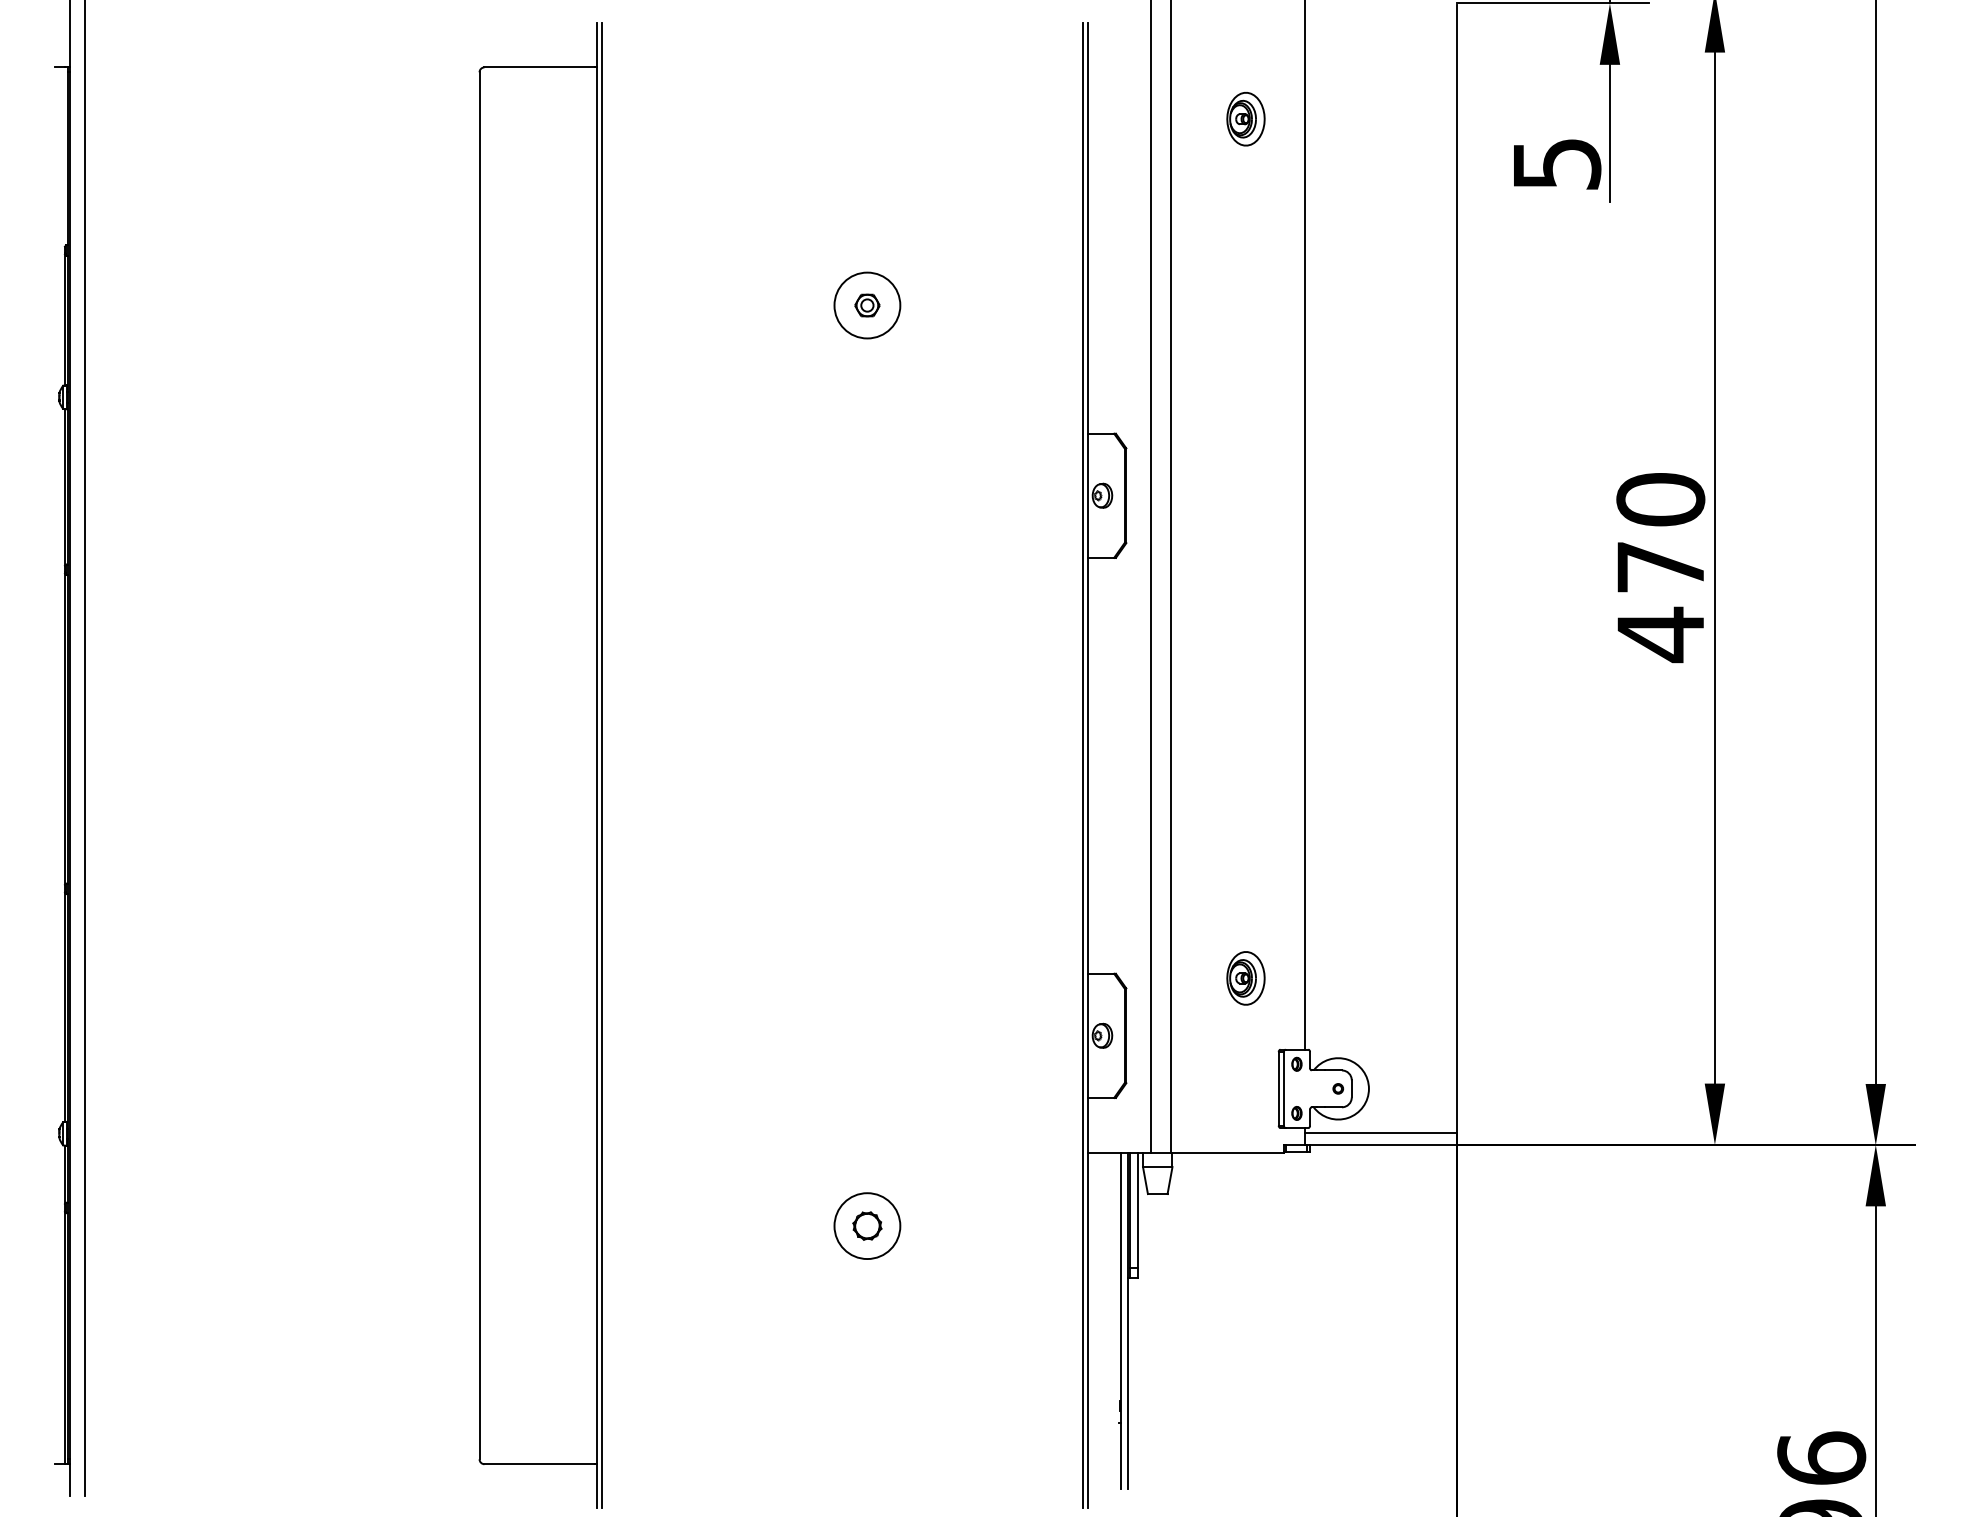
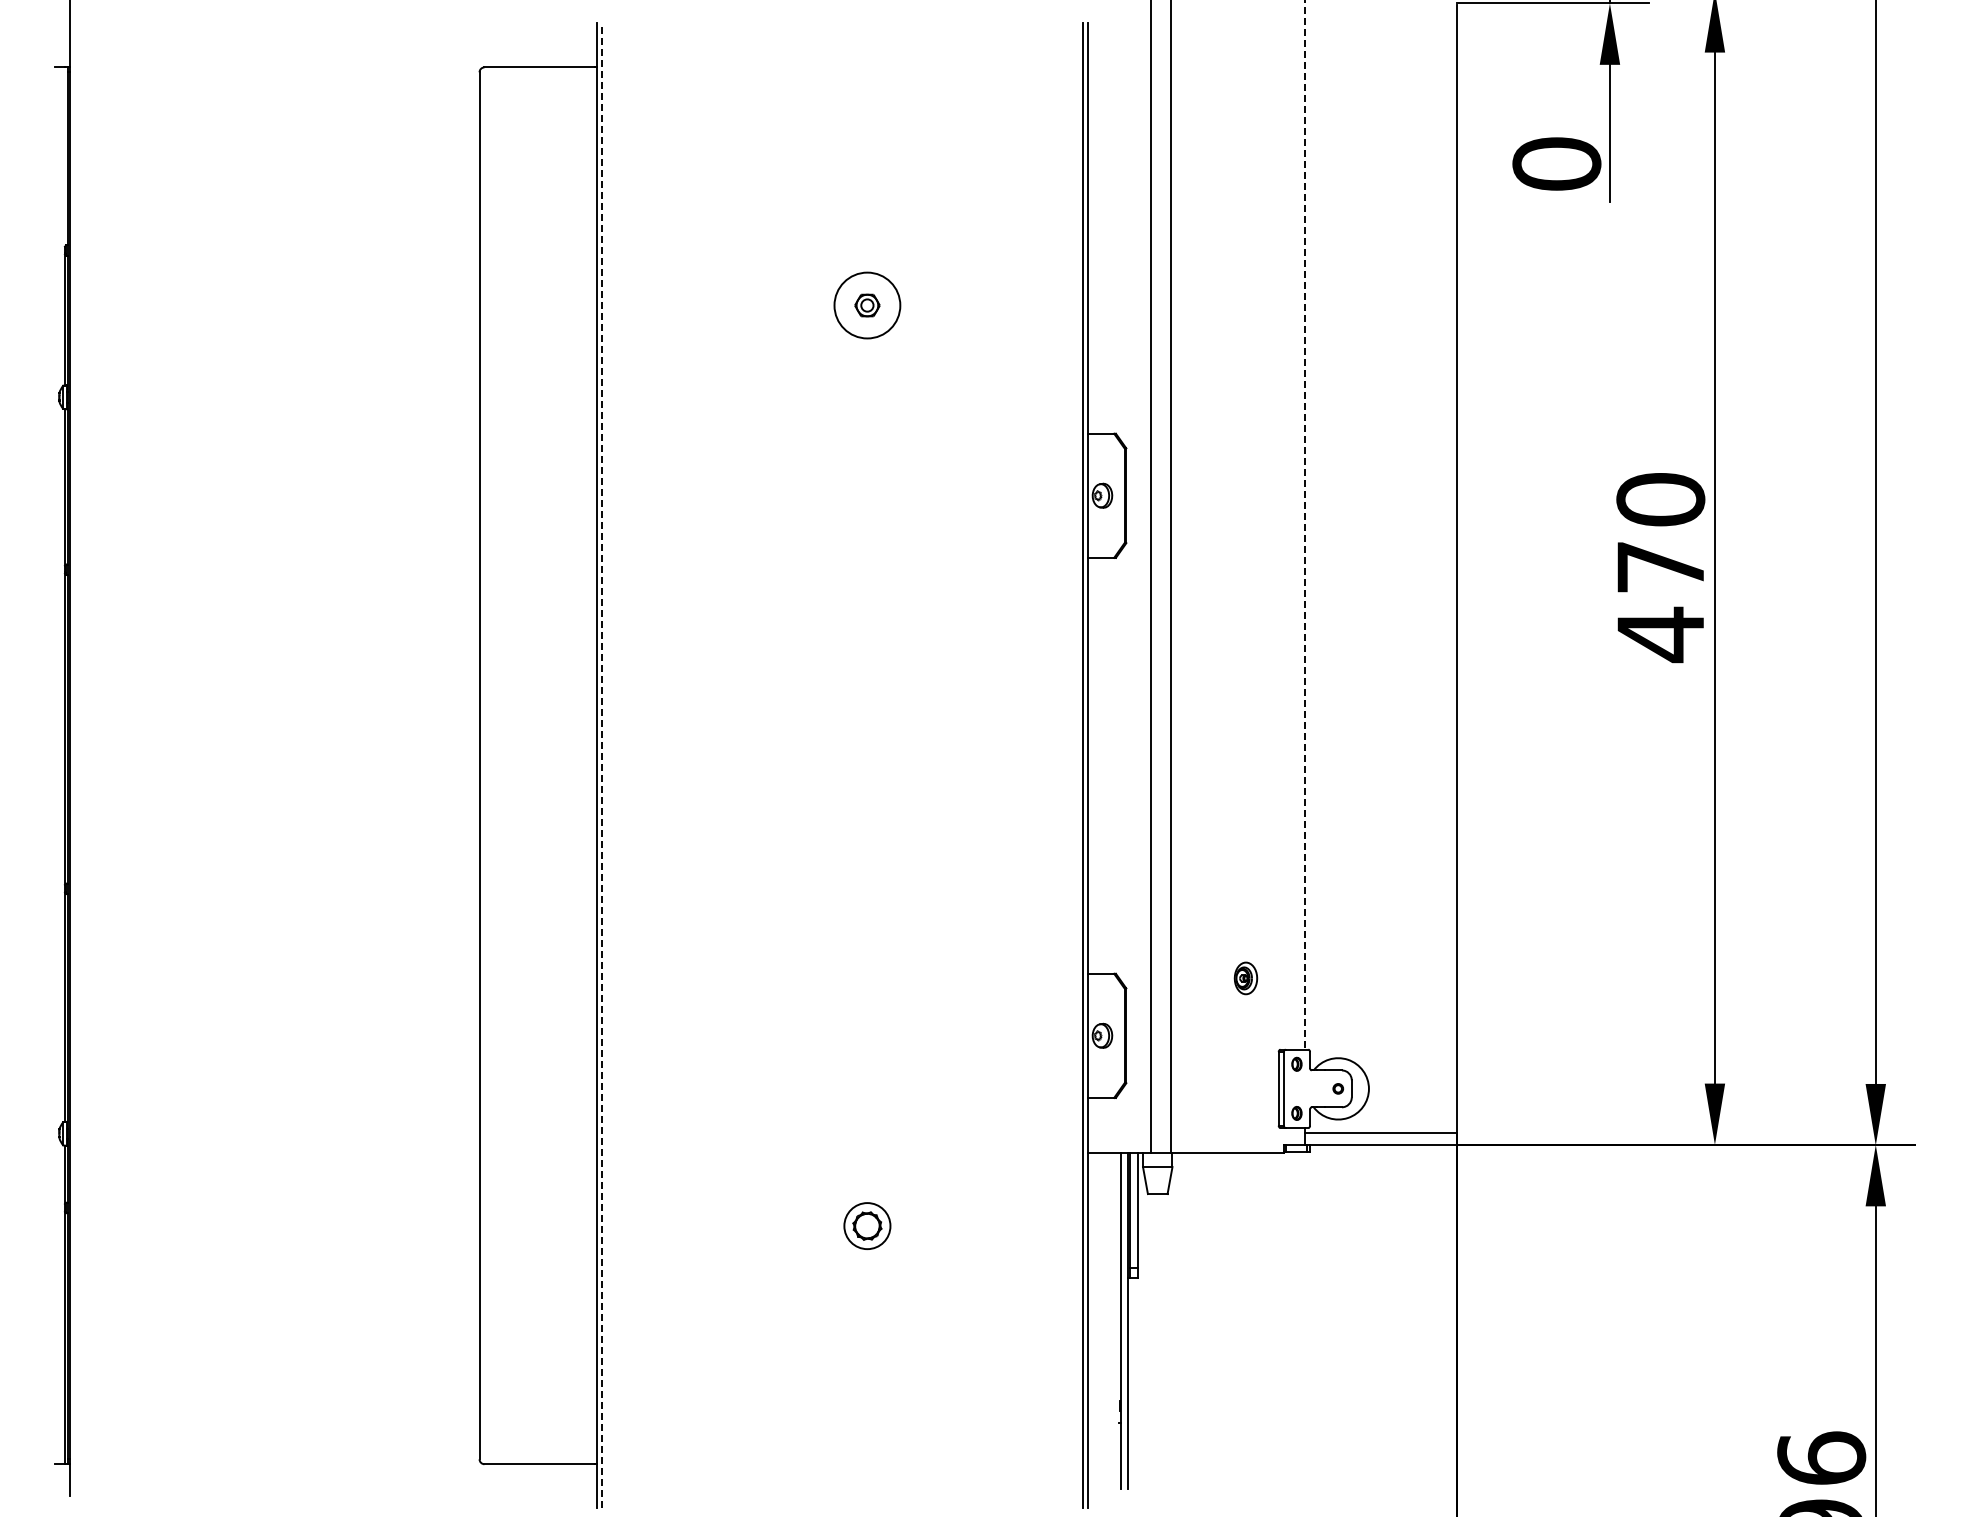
part at (1245, 119): present -> none
text at (1556, 163): 5 -> 0
line at (1305, 524): solid -> dashed
line at (84, 749): present -> none
line at (602, 765): solid -> dashed
part at (1245, 978) size: 40x55 px -> 26x35 px
circle at (867, 1226) diameter: 66 px -> 46 px
